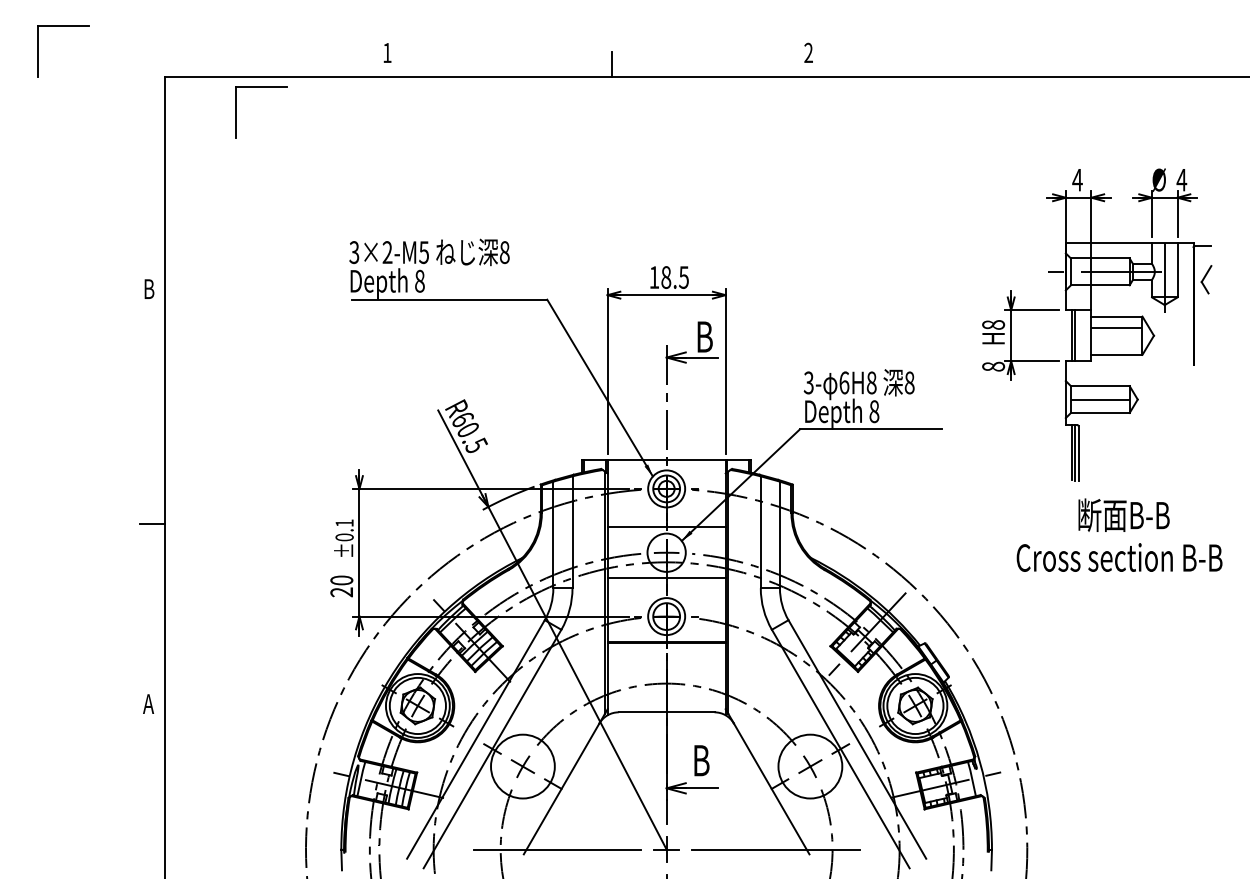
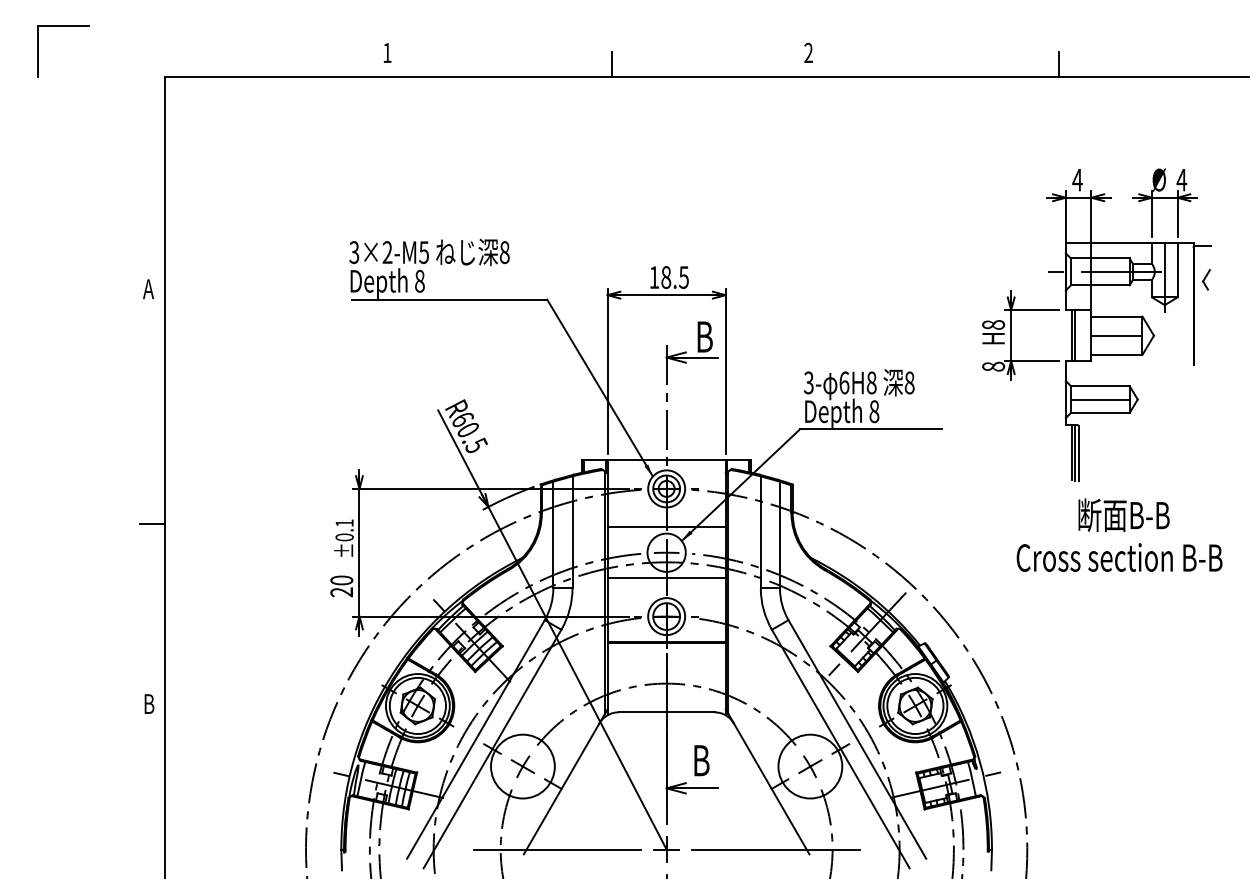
line at (1058, 64): none -> present
part at (261, 87): present -> none
part at (1206, 279) size: 13x30 px -> 9x22 px
text at (148, 288): B -> A
line at (1116, 327) position: (1116, 327) -> (1116, 335)
text at (148, 703): A -> B
